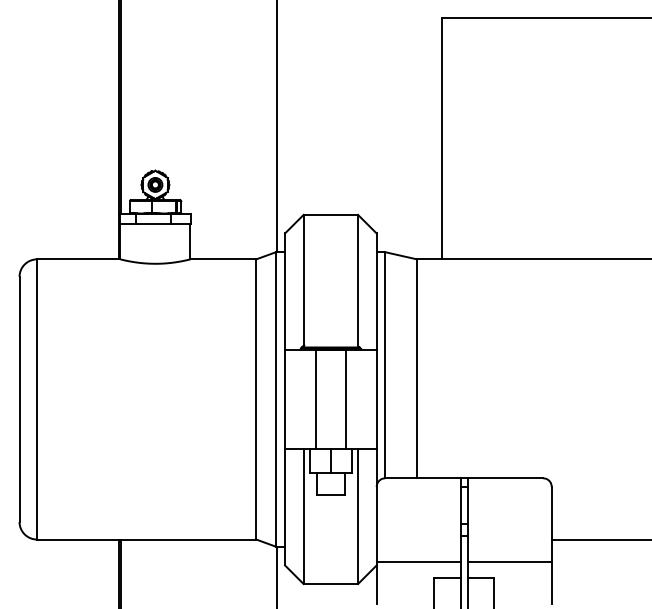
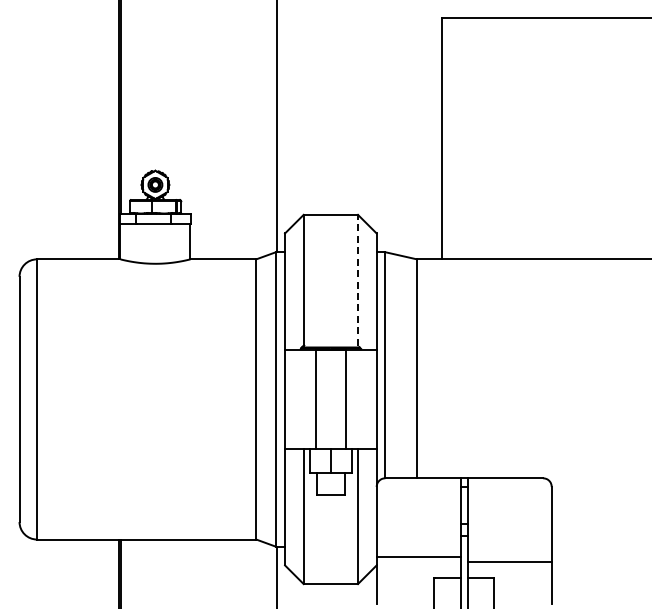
line at (358, 279): solid -> dashed
line at (599, 539): present -> none
line at (418, 562) position: (418, 562) -> (418, 557)
